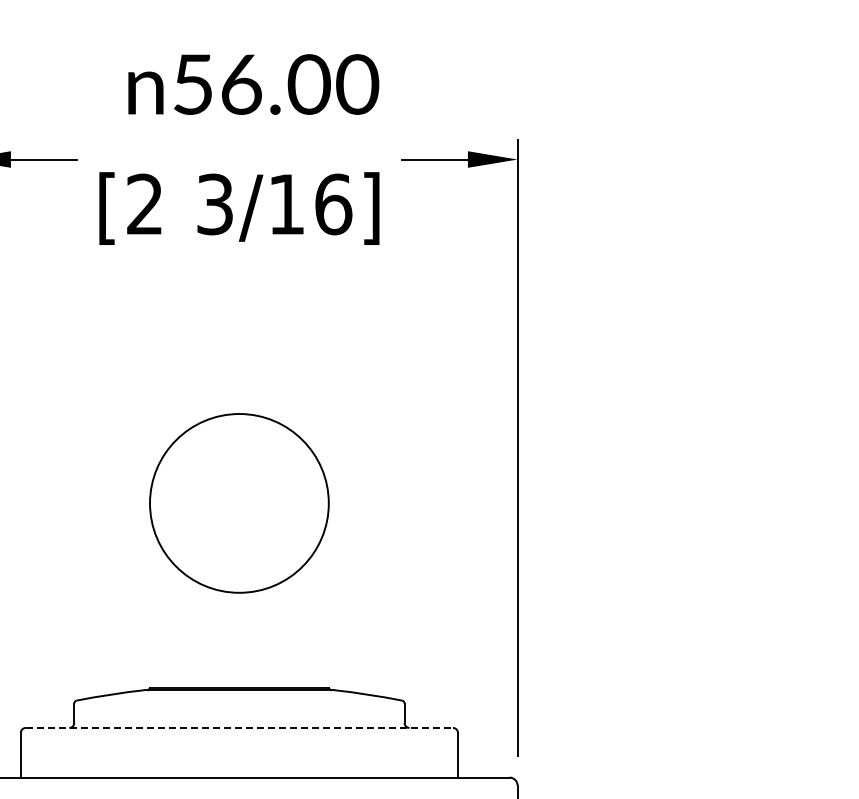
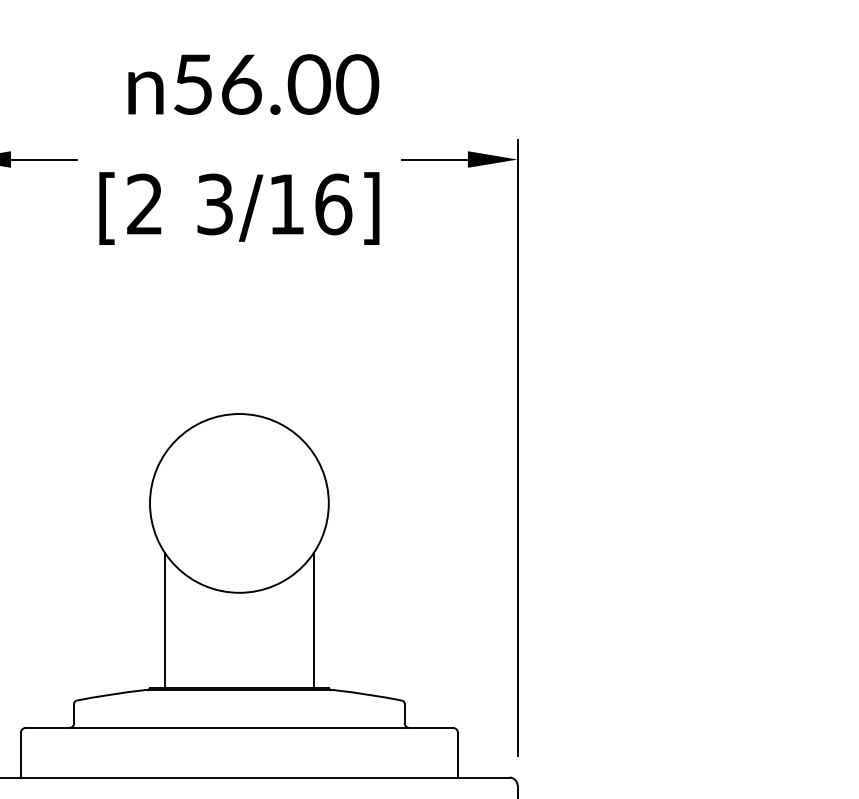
line at (164, 620): none -> present
line at (313, 620): none -> present
line at (239, 727): dashed -> solid
